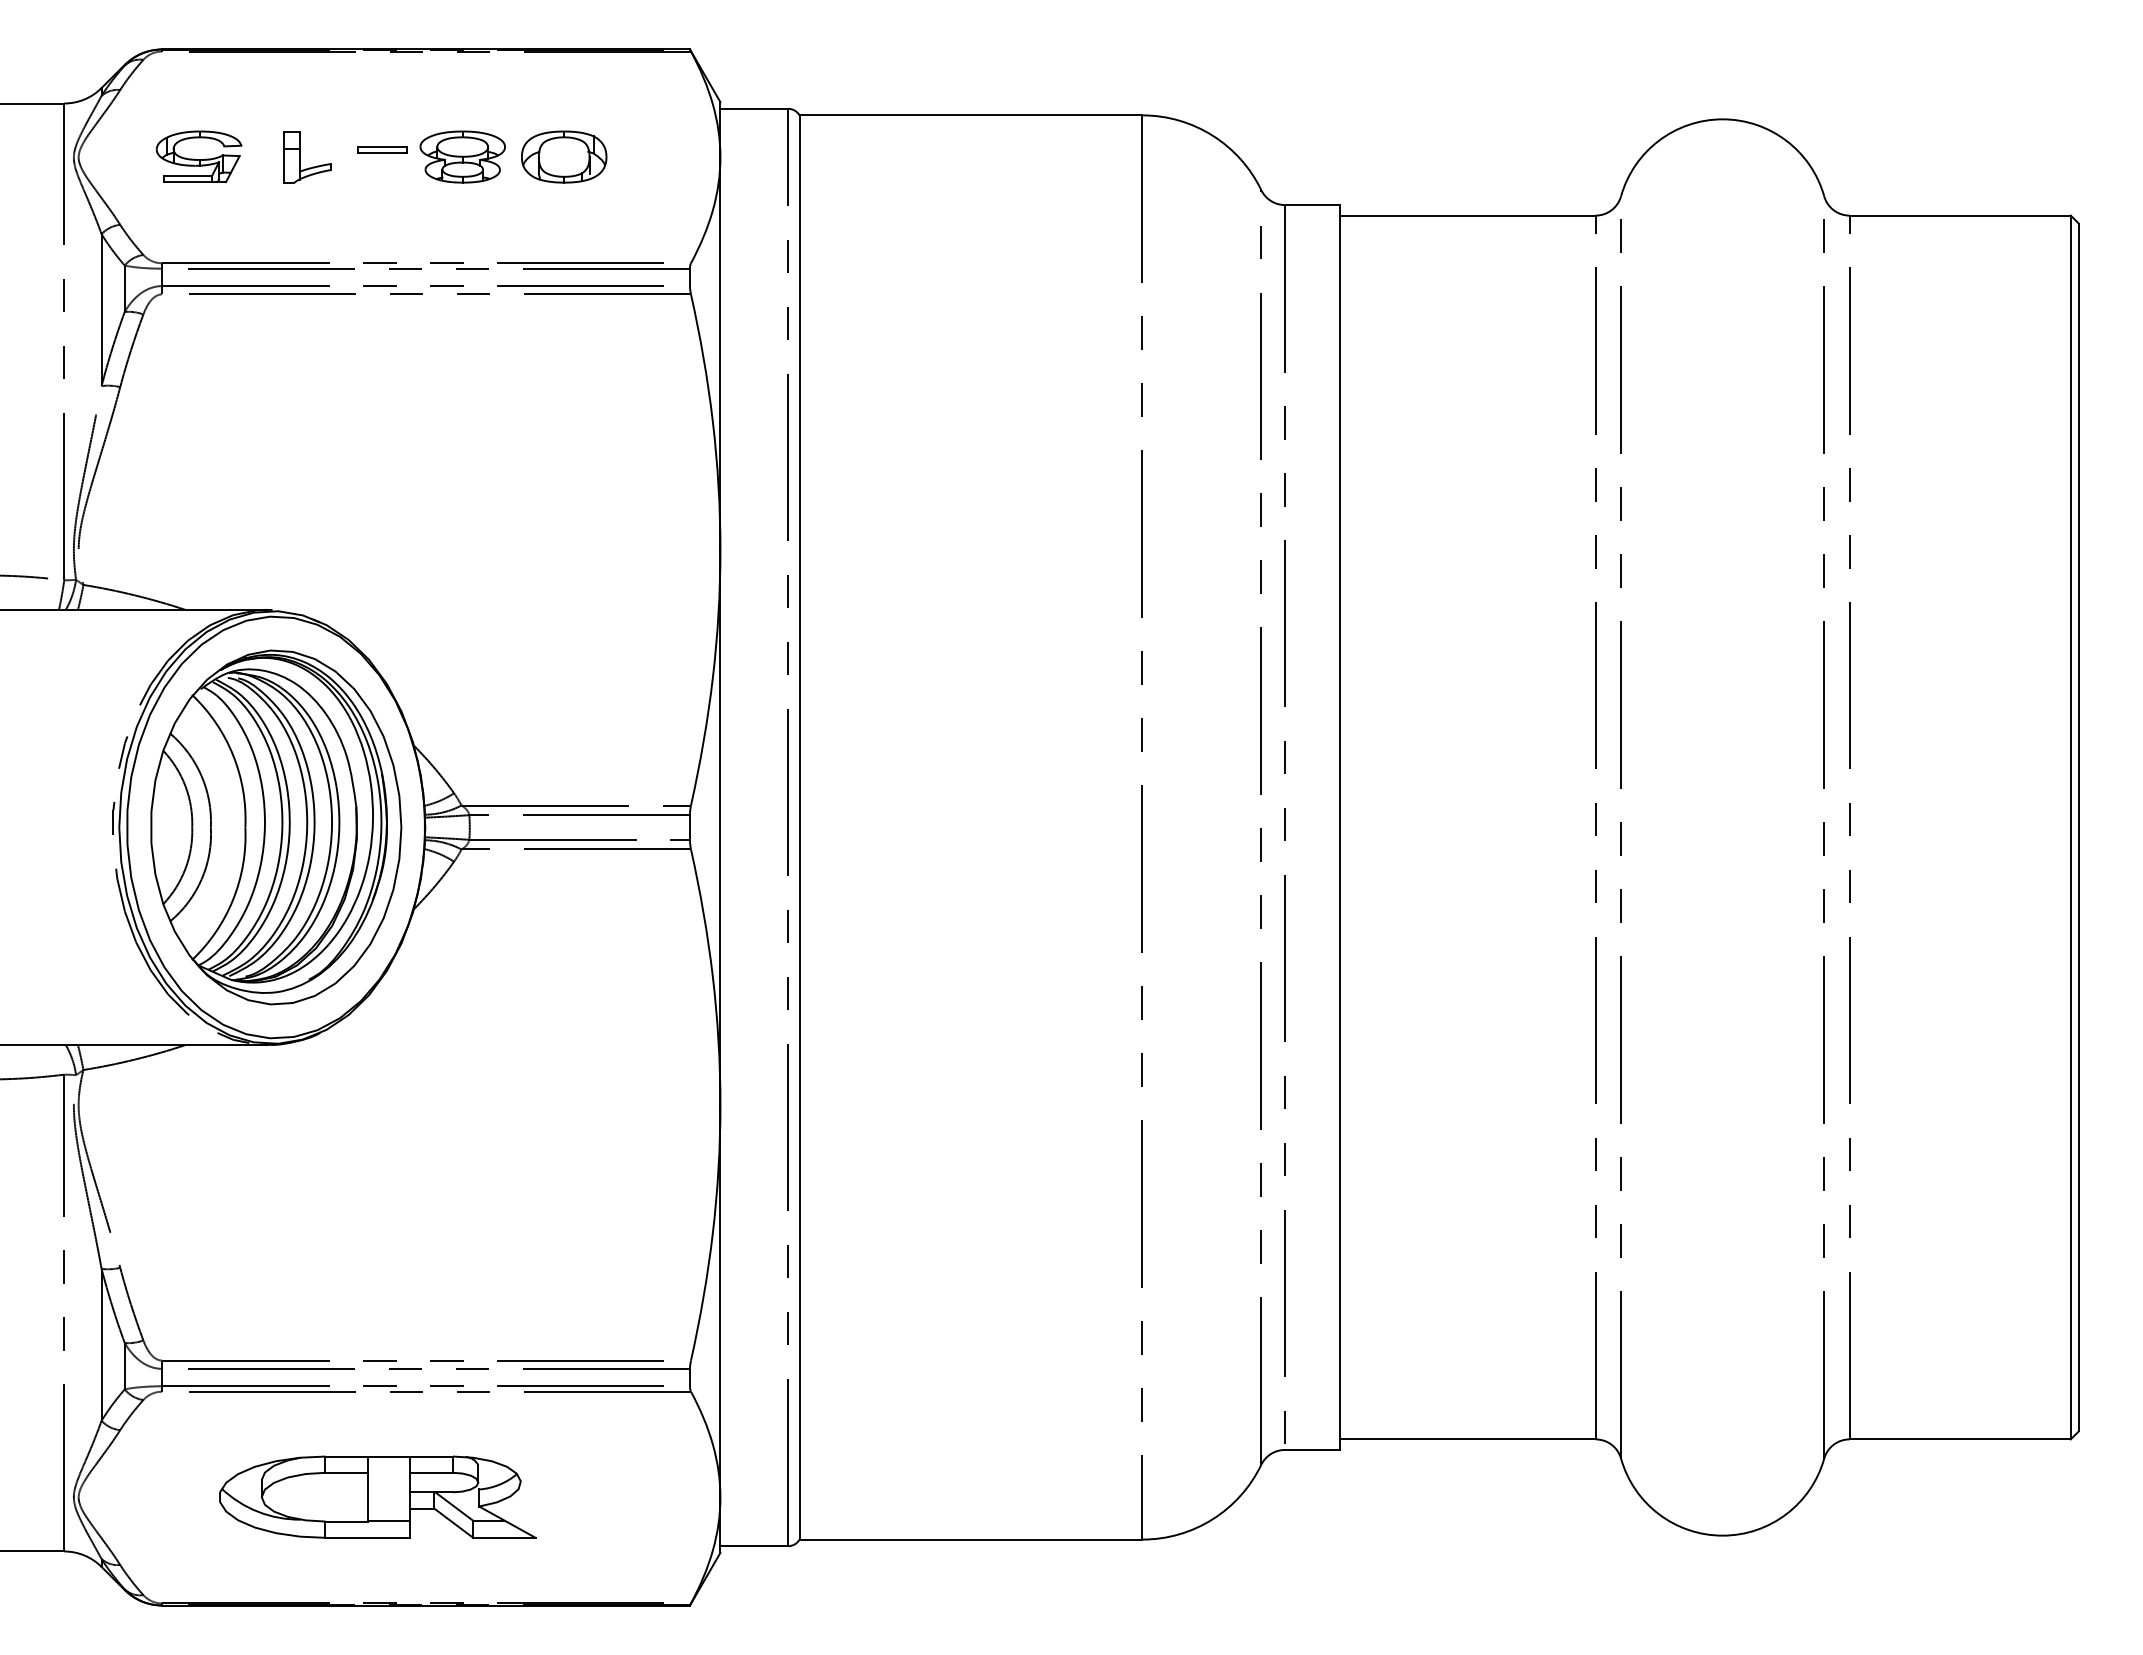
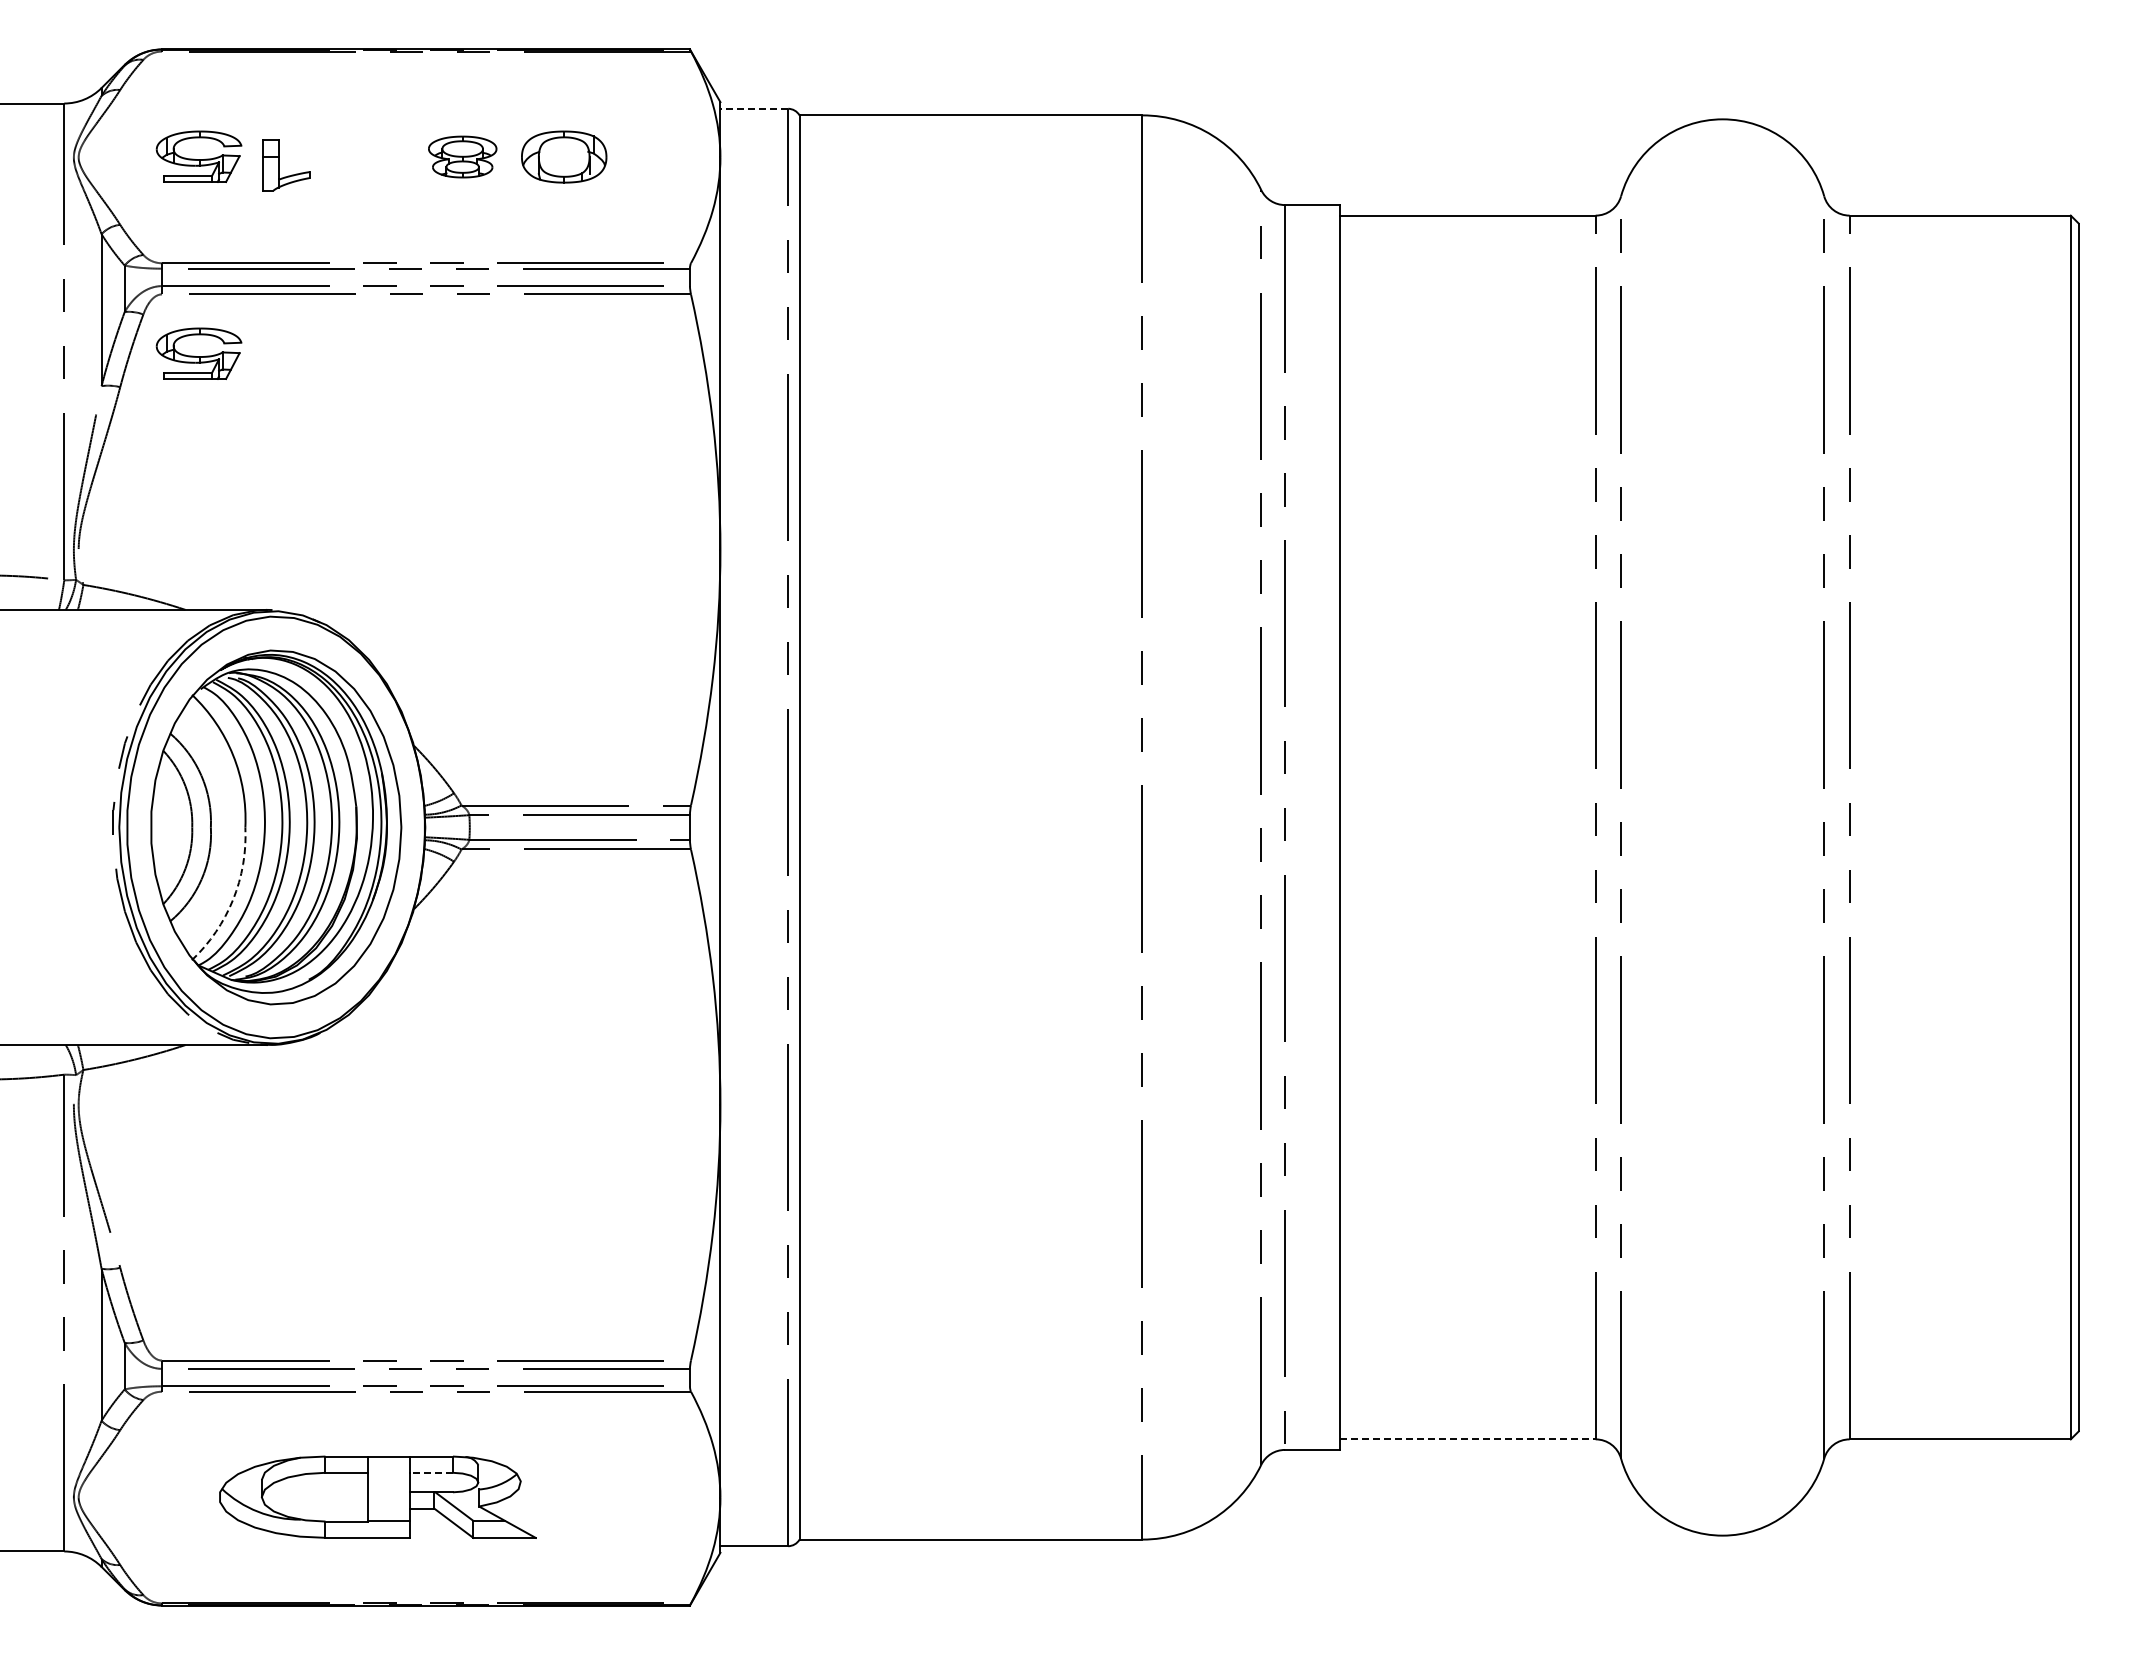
line at (754, 108): solid -> dashed
part at (382, 149): present -> none
part at (462, 156) size: 87x54 px -> 70x44 px
part at (300, 157) position: (300, 157) -> (279, 165)
part at (198, 353): none -> present
arc at (233, 899): solid -> dashed
line at (1467, 1439): solid -> dashed
line at (431, 1472): solid -> dashed
